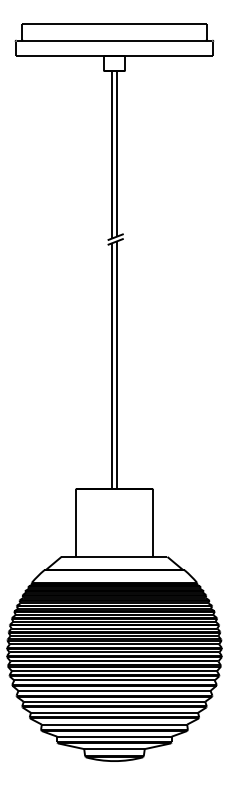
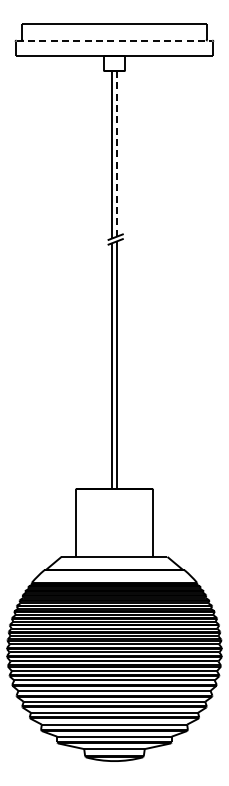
line at (114, 40): solid -> dashed
line at (117, 153): solid -> dashed
